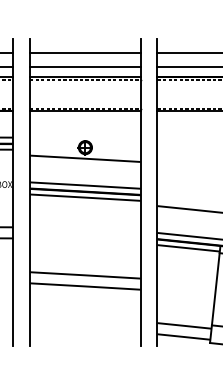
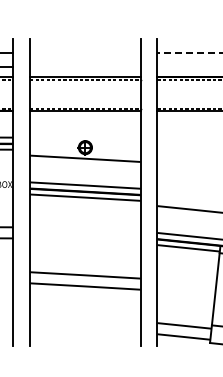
line at (84, 53): present -> none
line at (189, 53): solid -> dashed
line at (84, 66): present -> none
line at (188, 66): present -> none
